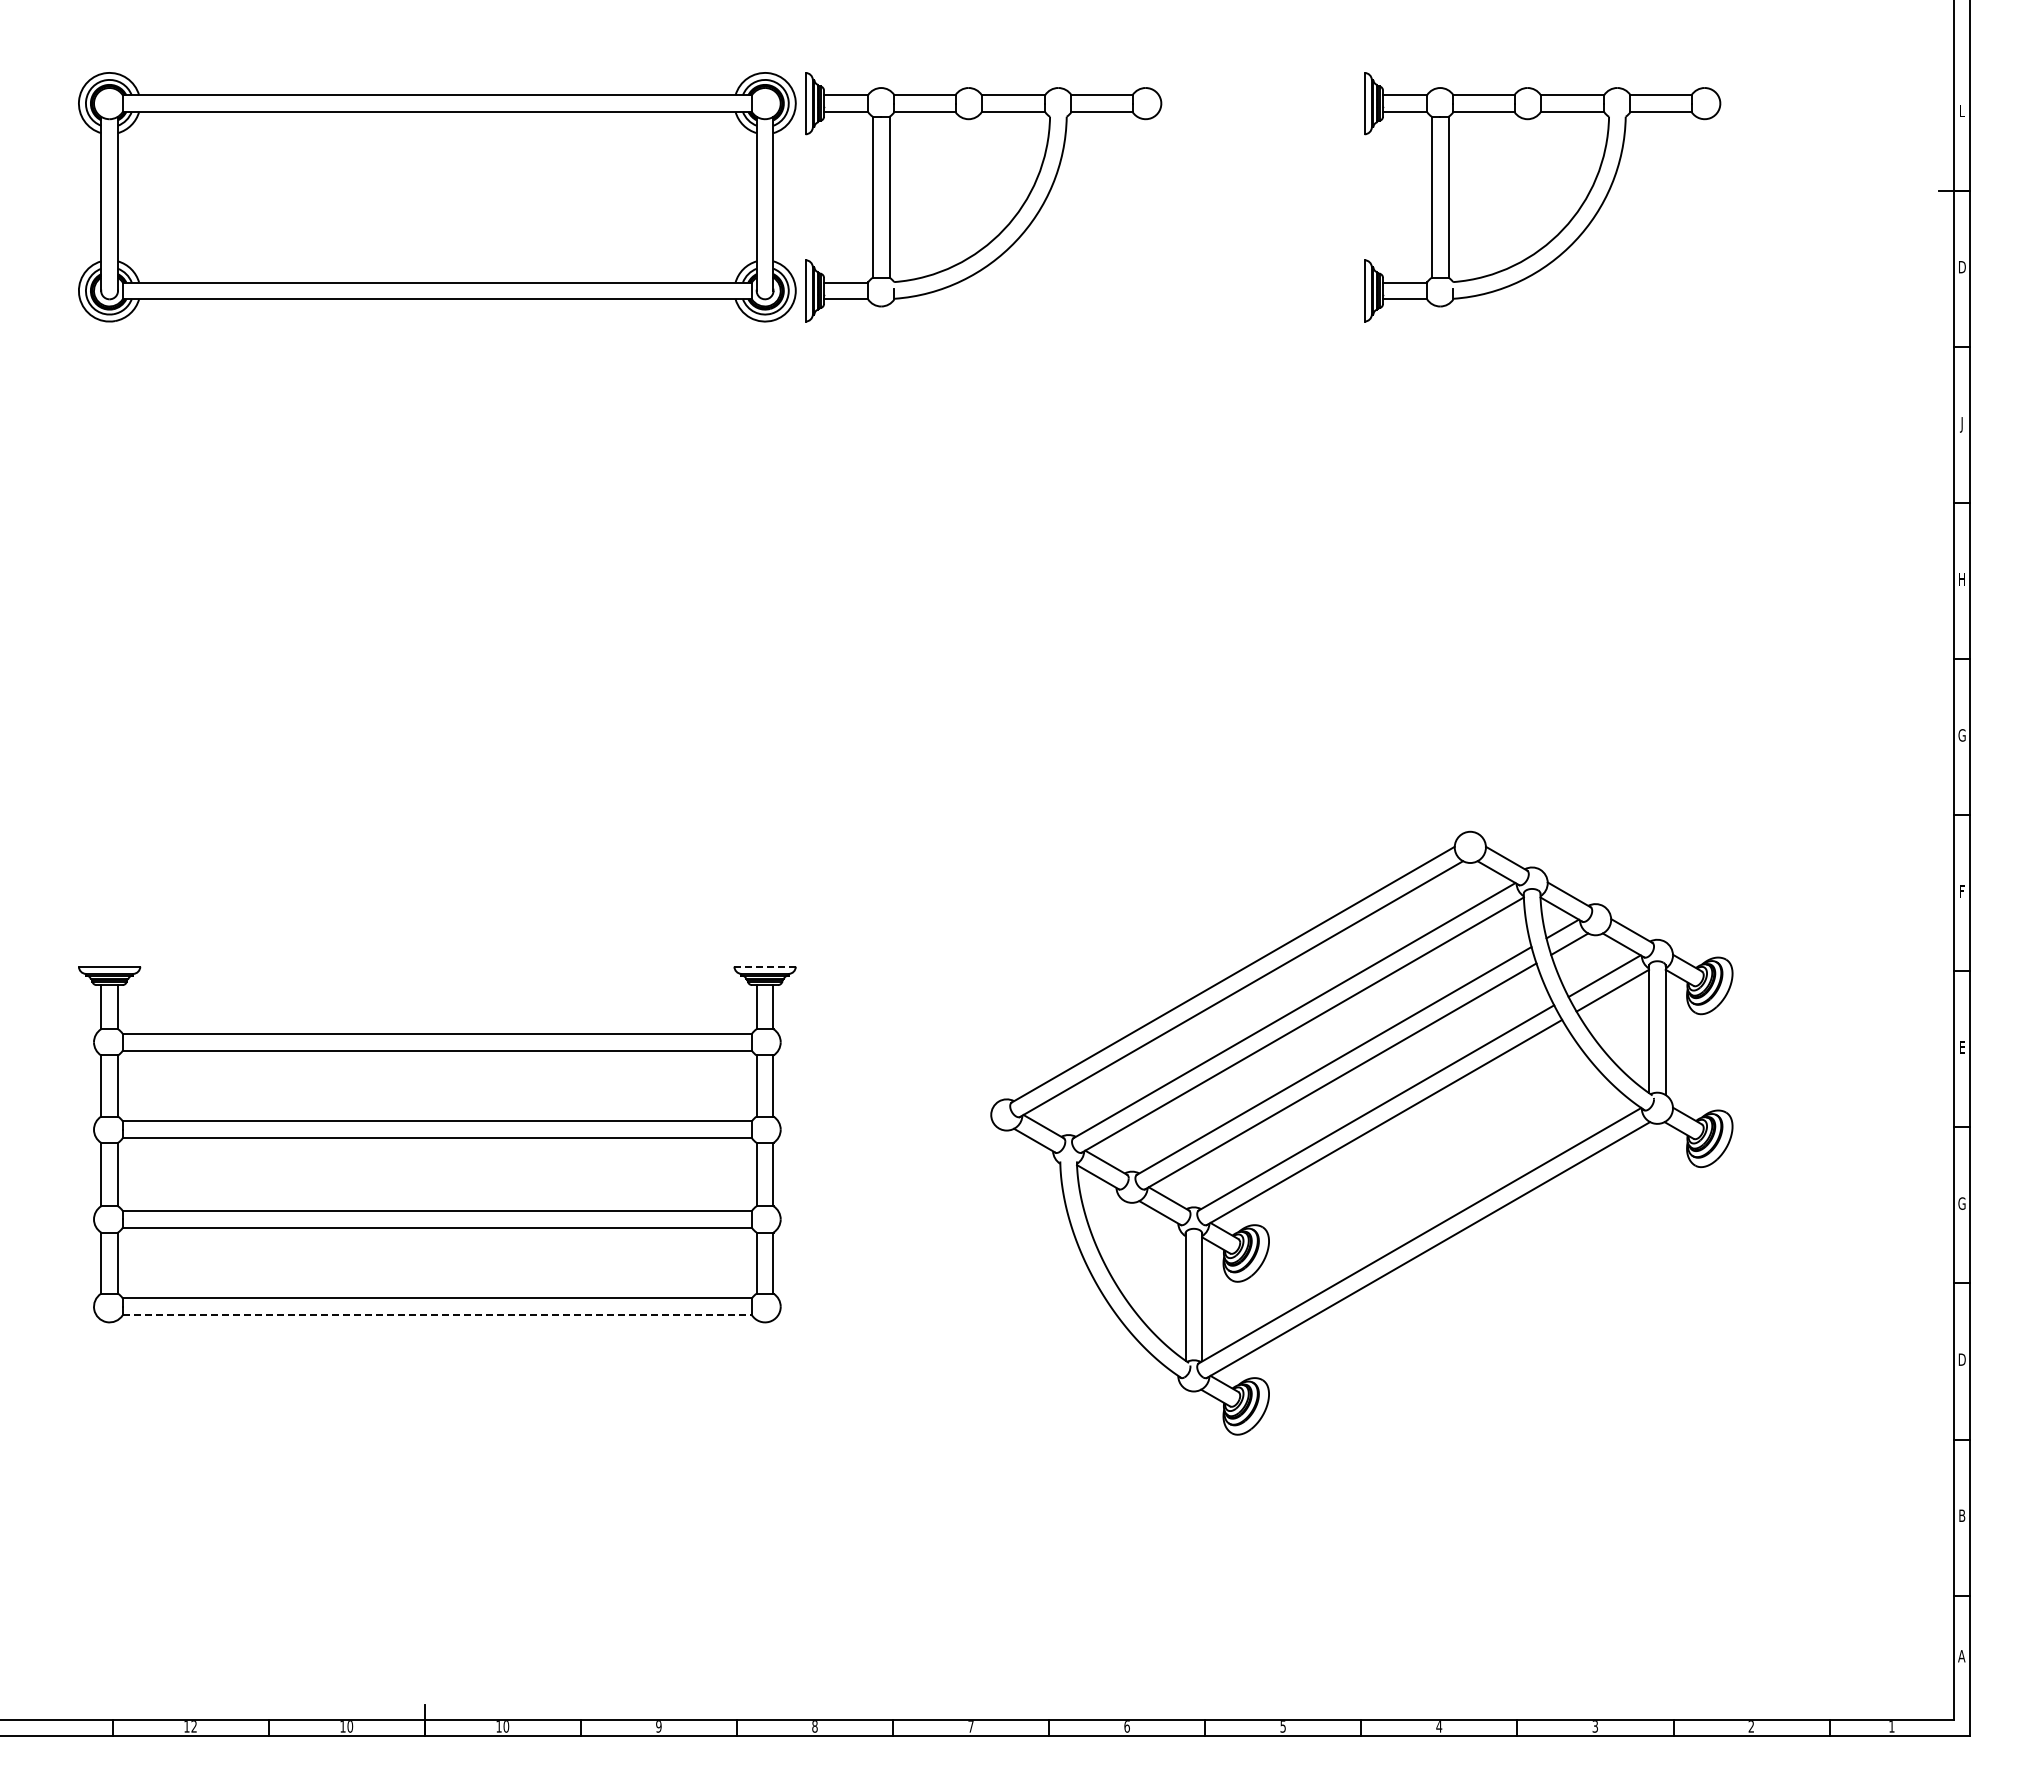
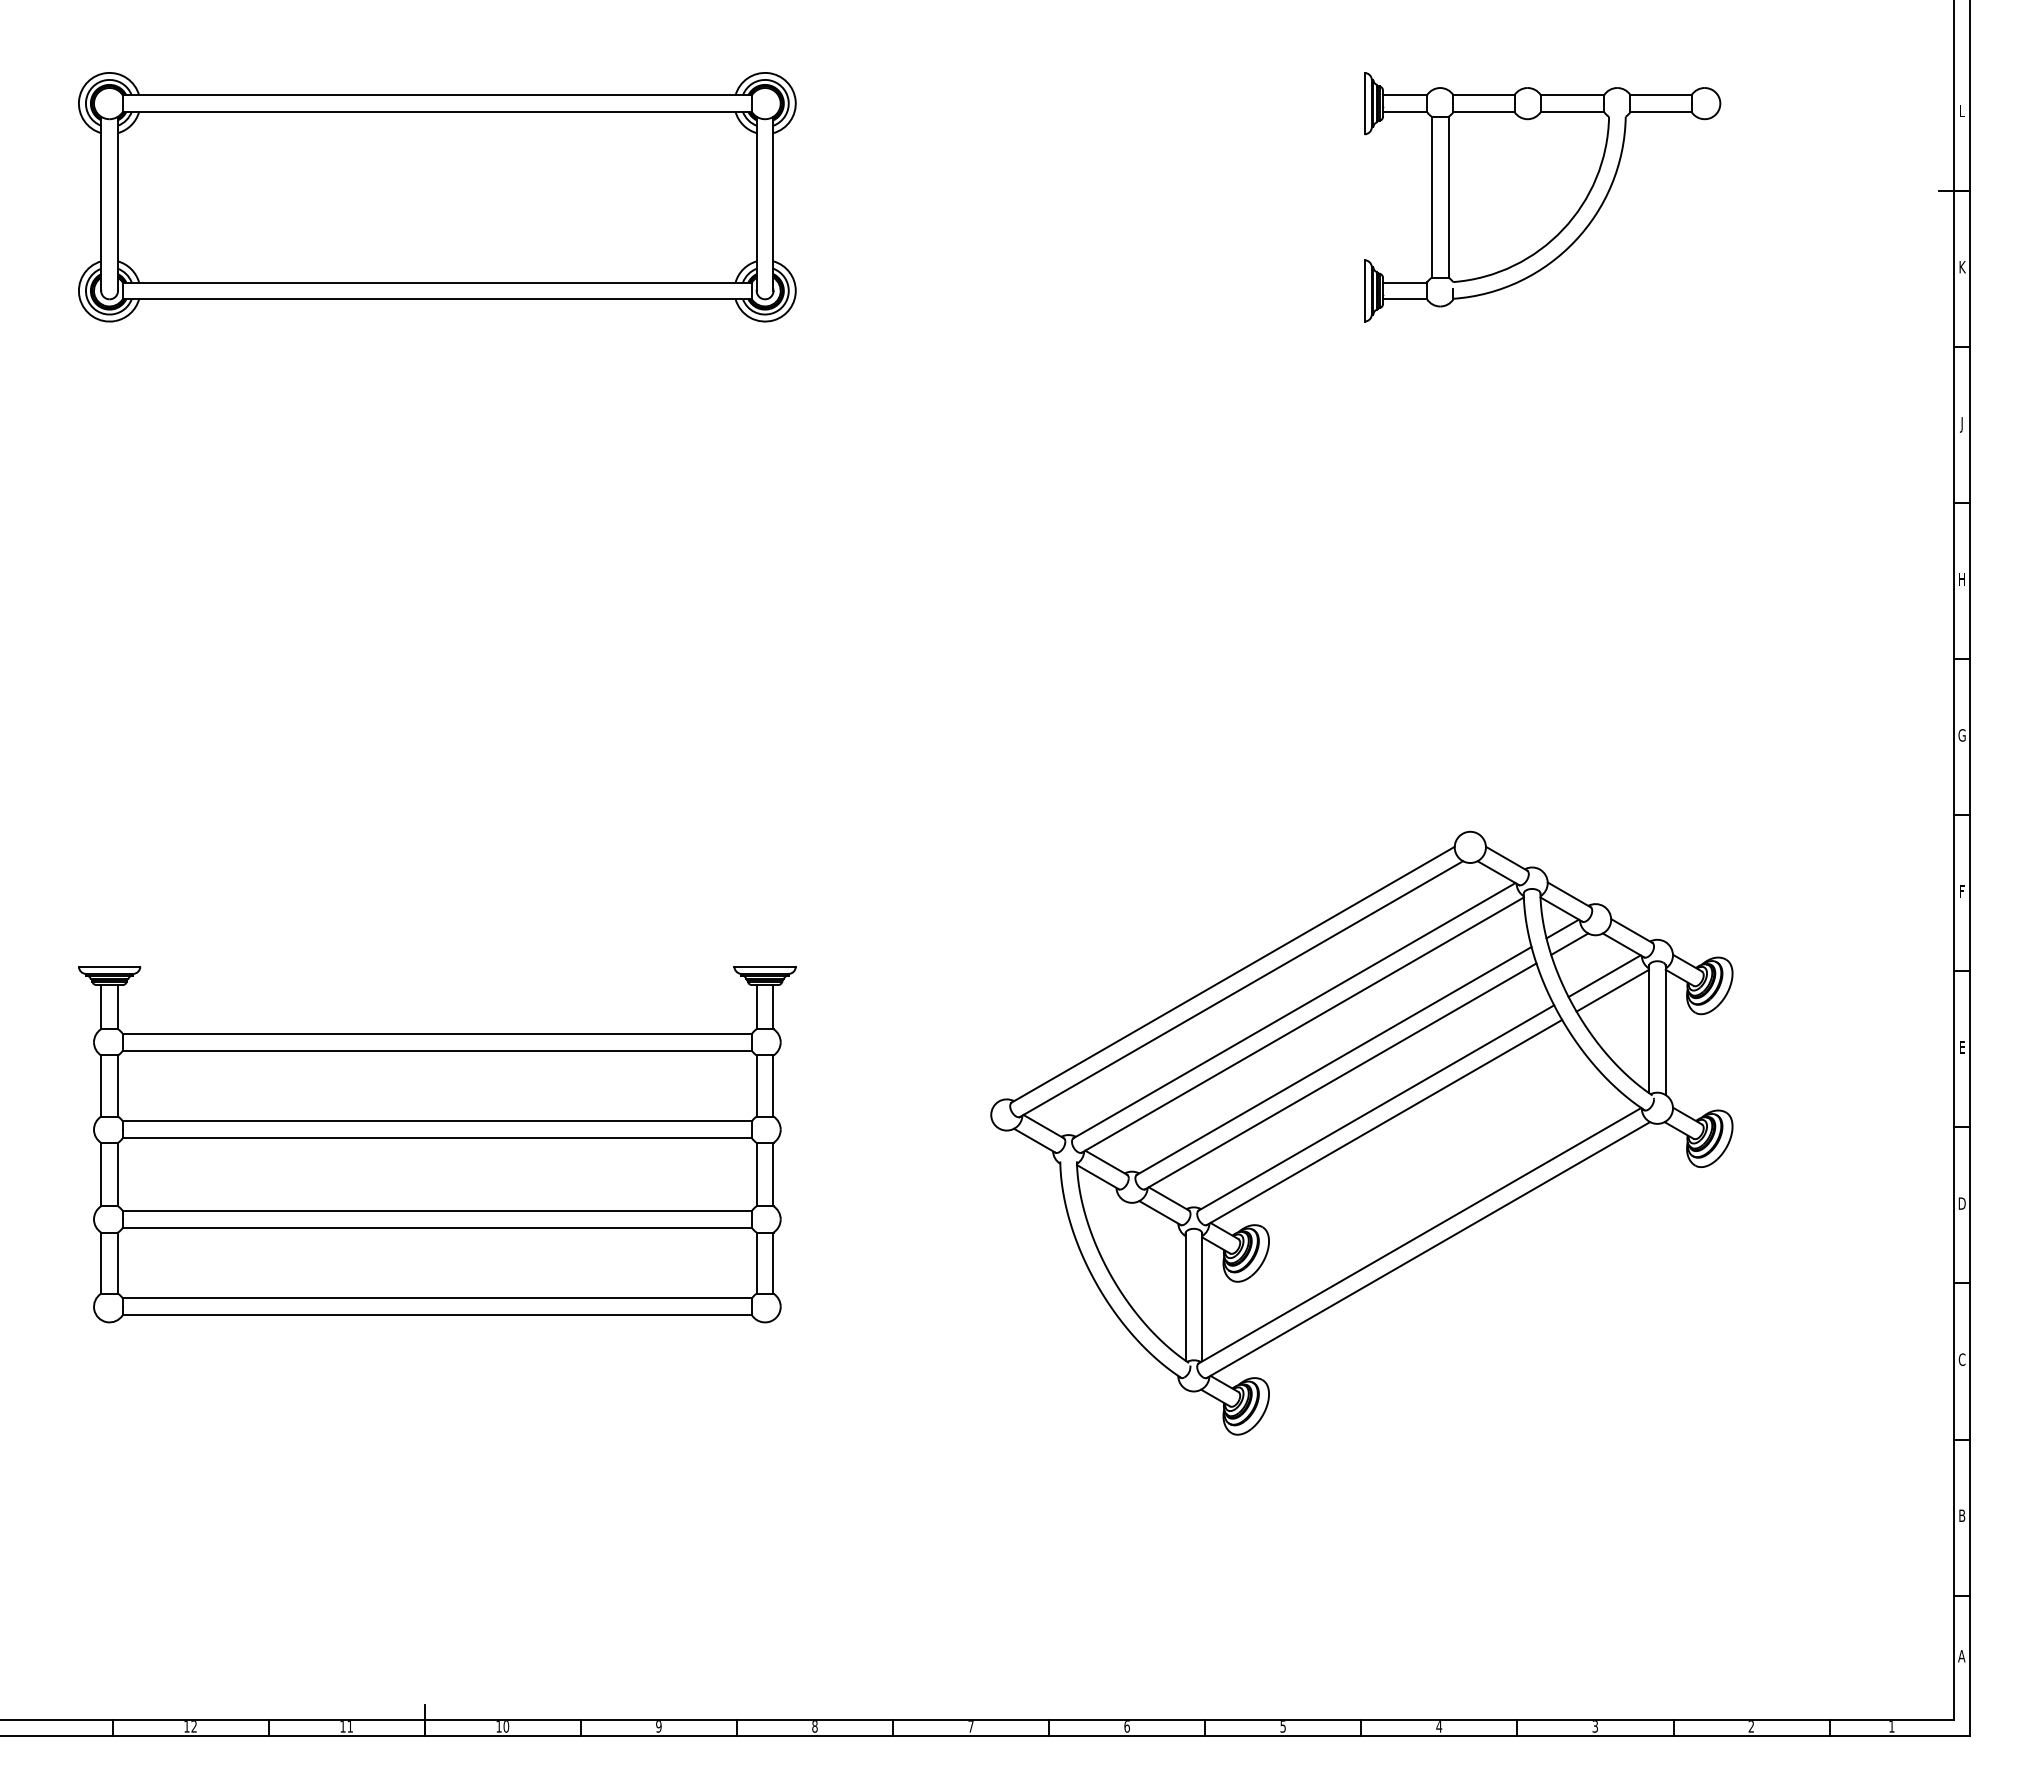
part at (983, 197): present -> none
text at (1962, 267): D -> K
line at (765, 966): dashed -> solid
text at (1961, 1203): G -> D
line at (437, 1315): dashed -> solid
text at (1961, 1359): D -> C
text at (350, 1726): 10 -> 11
